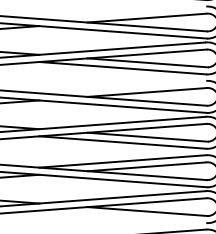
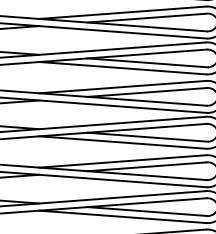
line at (122, 12): none -> present
line at (122, 86): none -> present
line at (122, 216): none -> present
